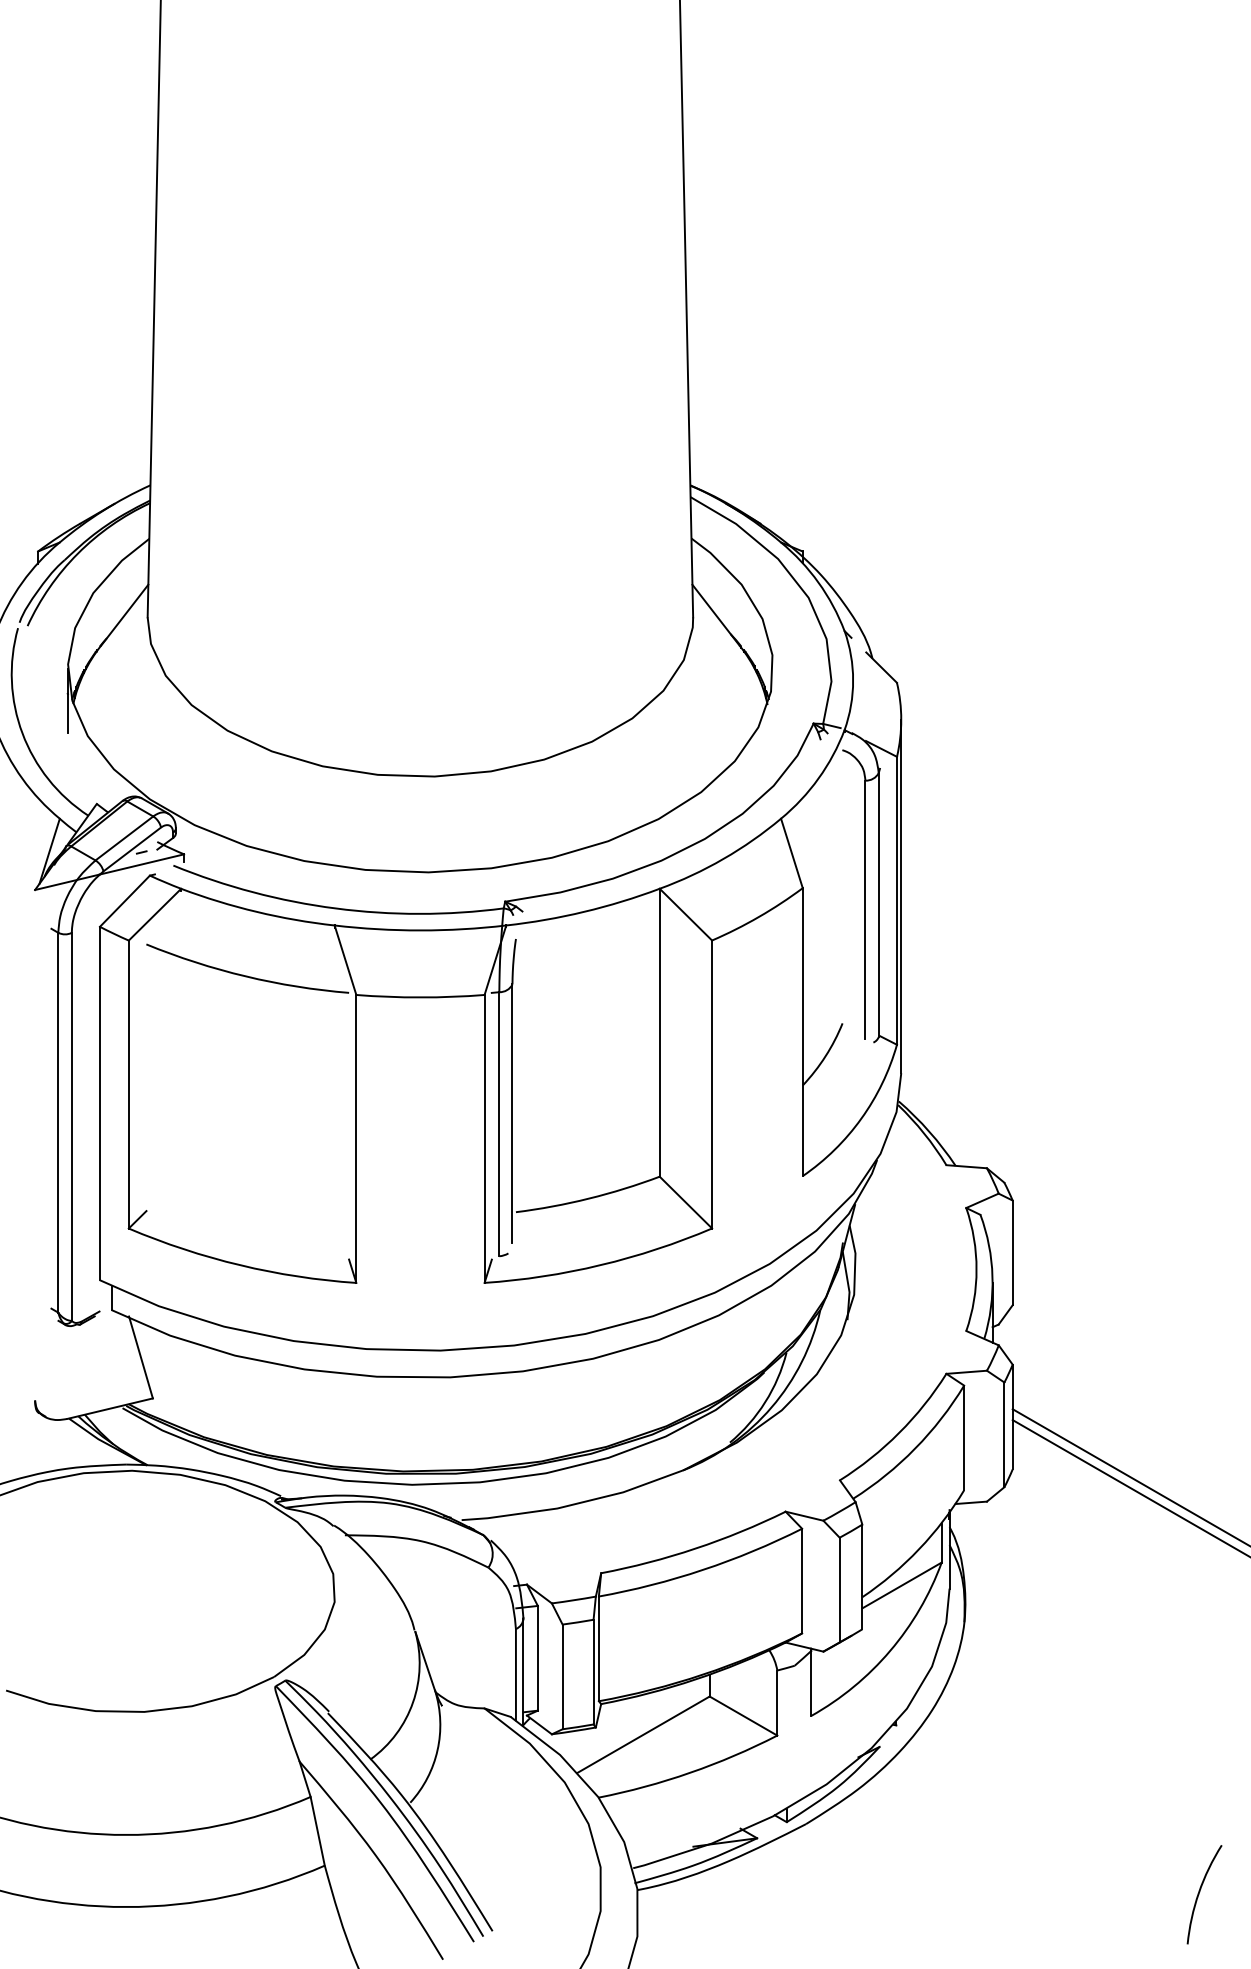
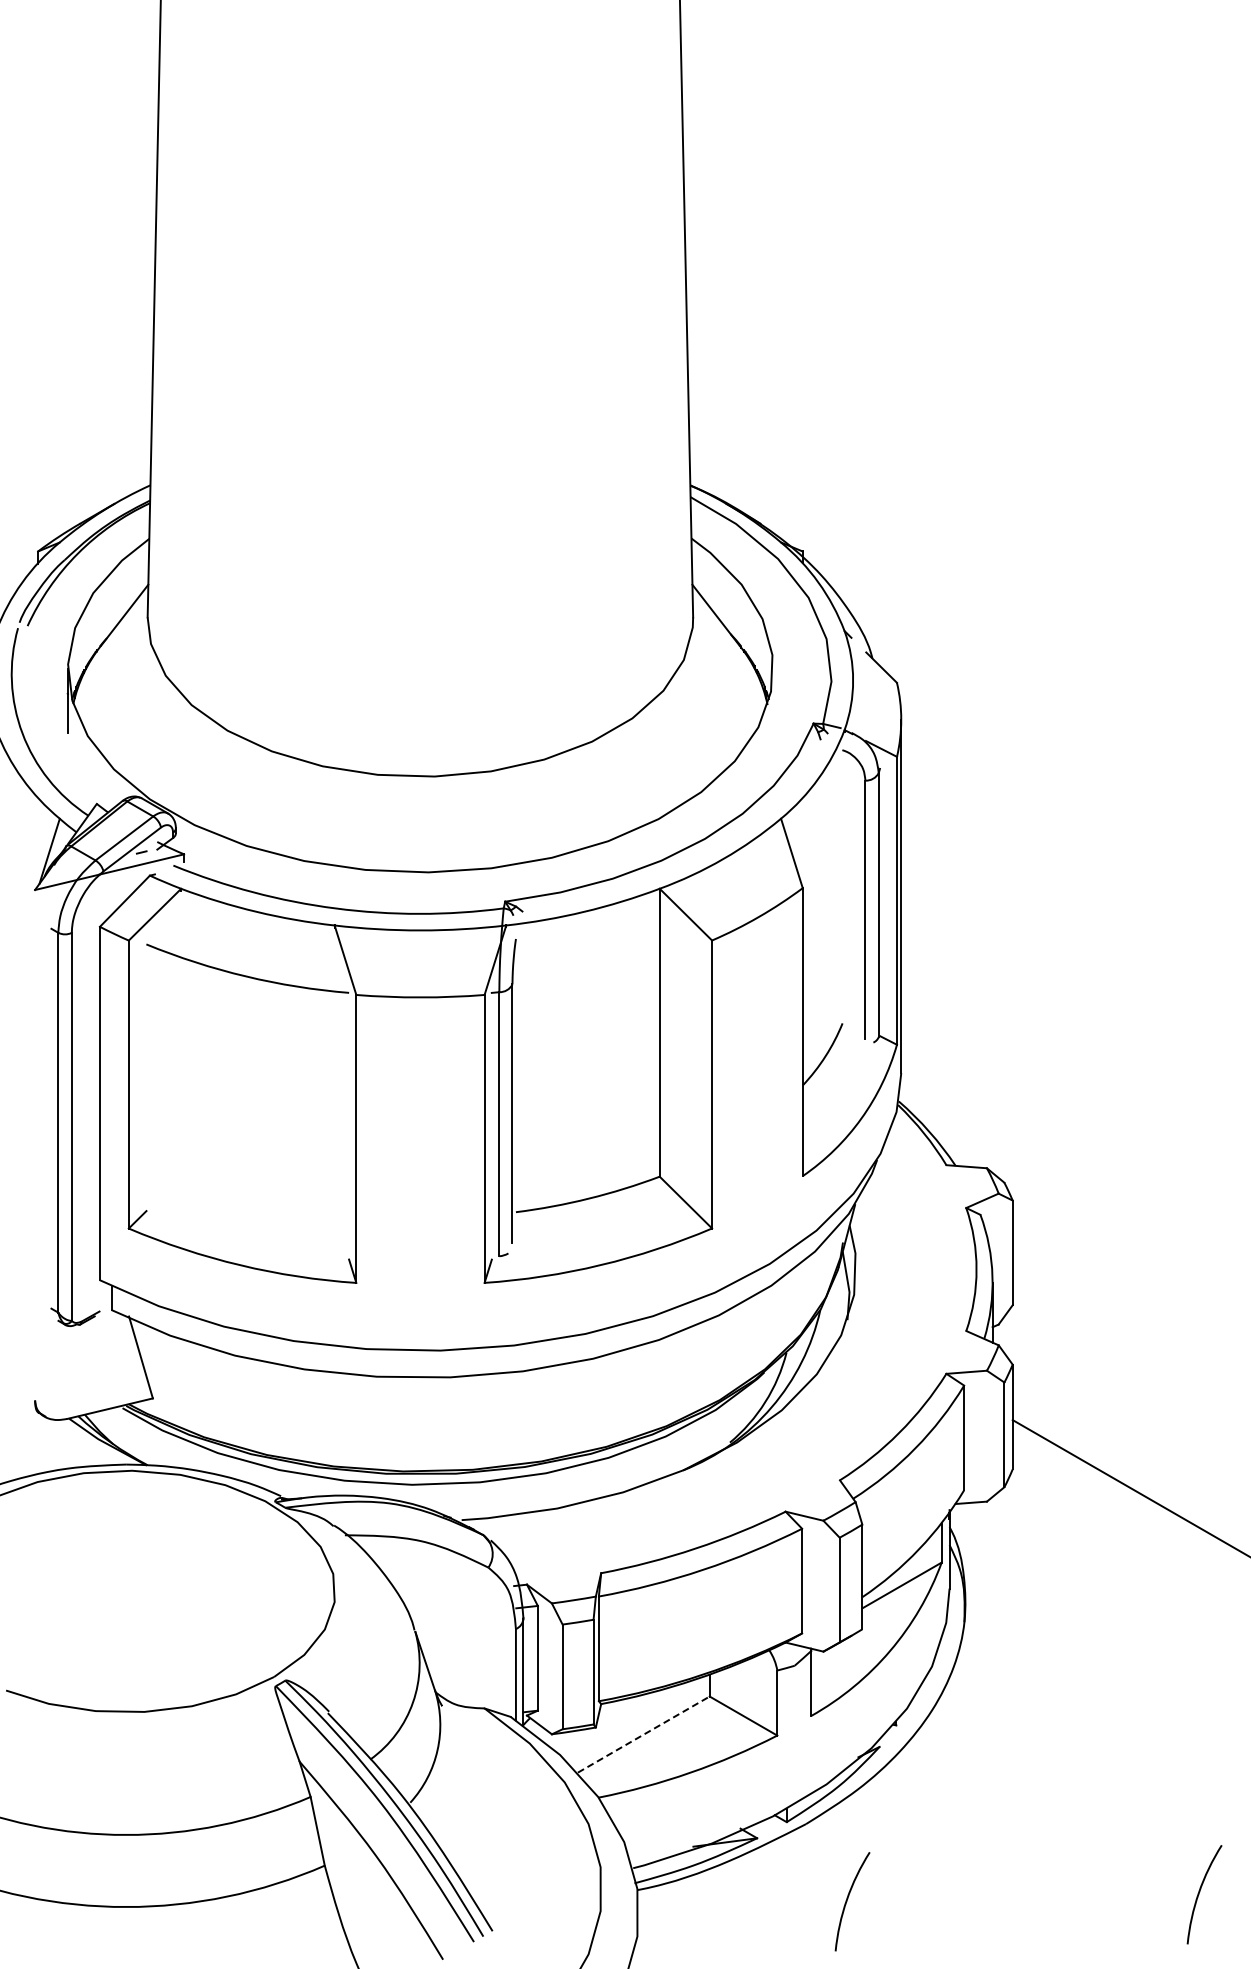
line at (1129, 1476): present -> none
line at (644, 1734): solid -> dashed
arc at (848, 1899): none -> present
